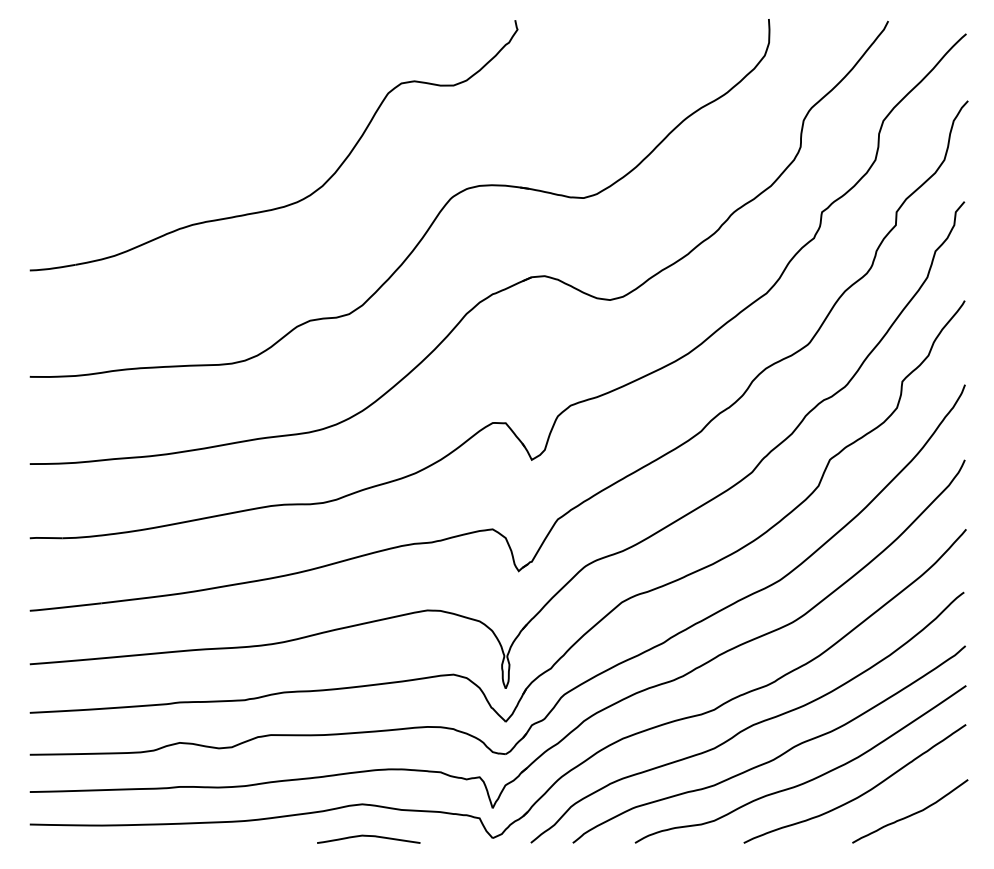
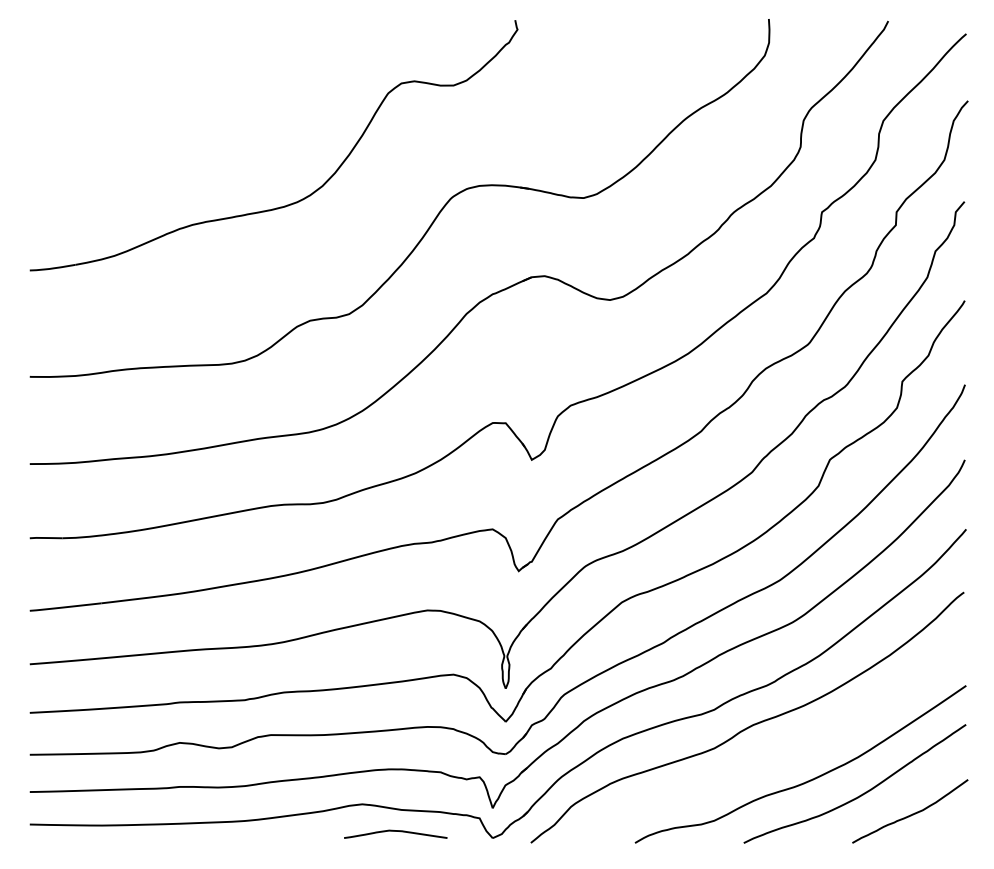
curve at (775, 757): present -> none
curve at (368, 836) position: (368, 836) -> (395, 831)
